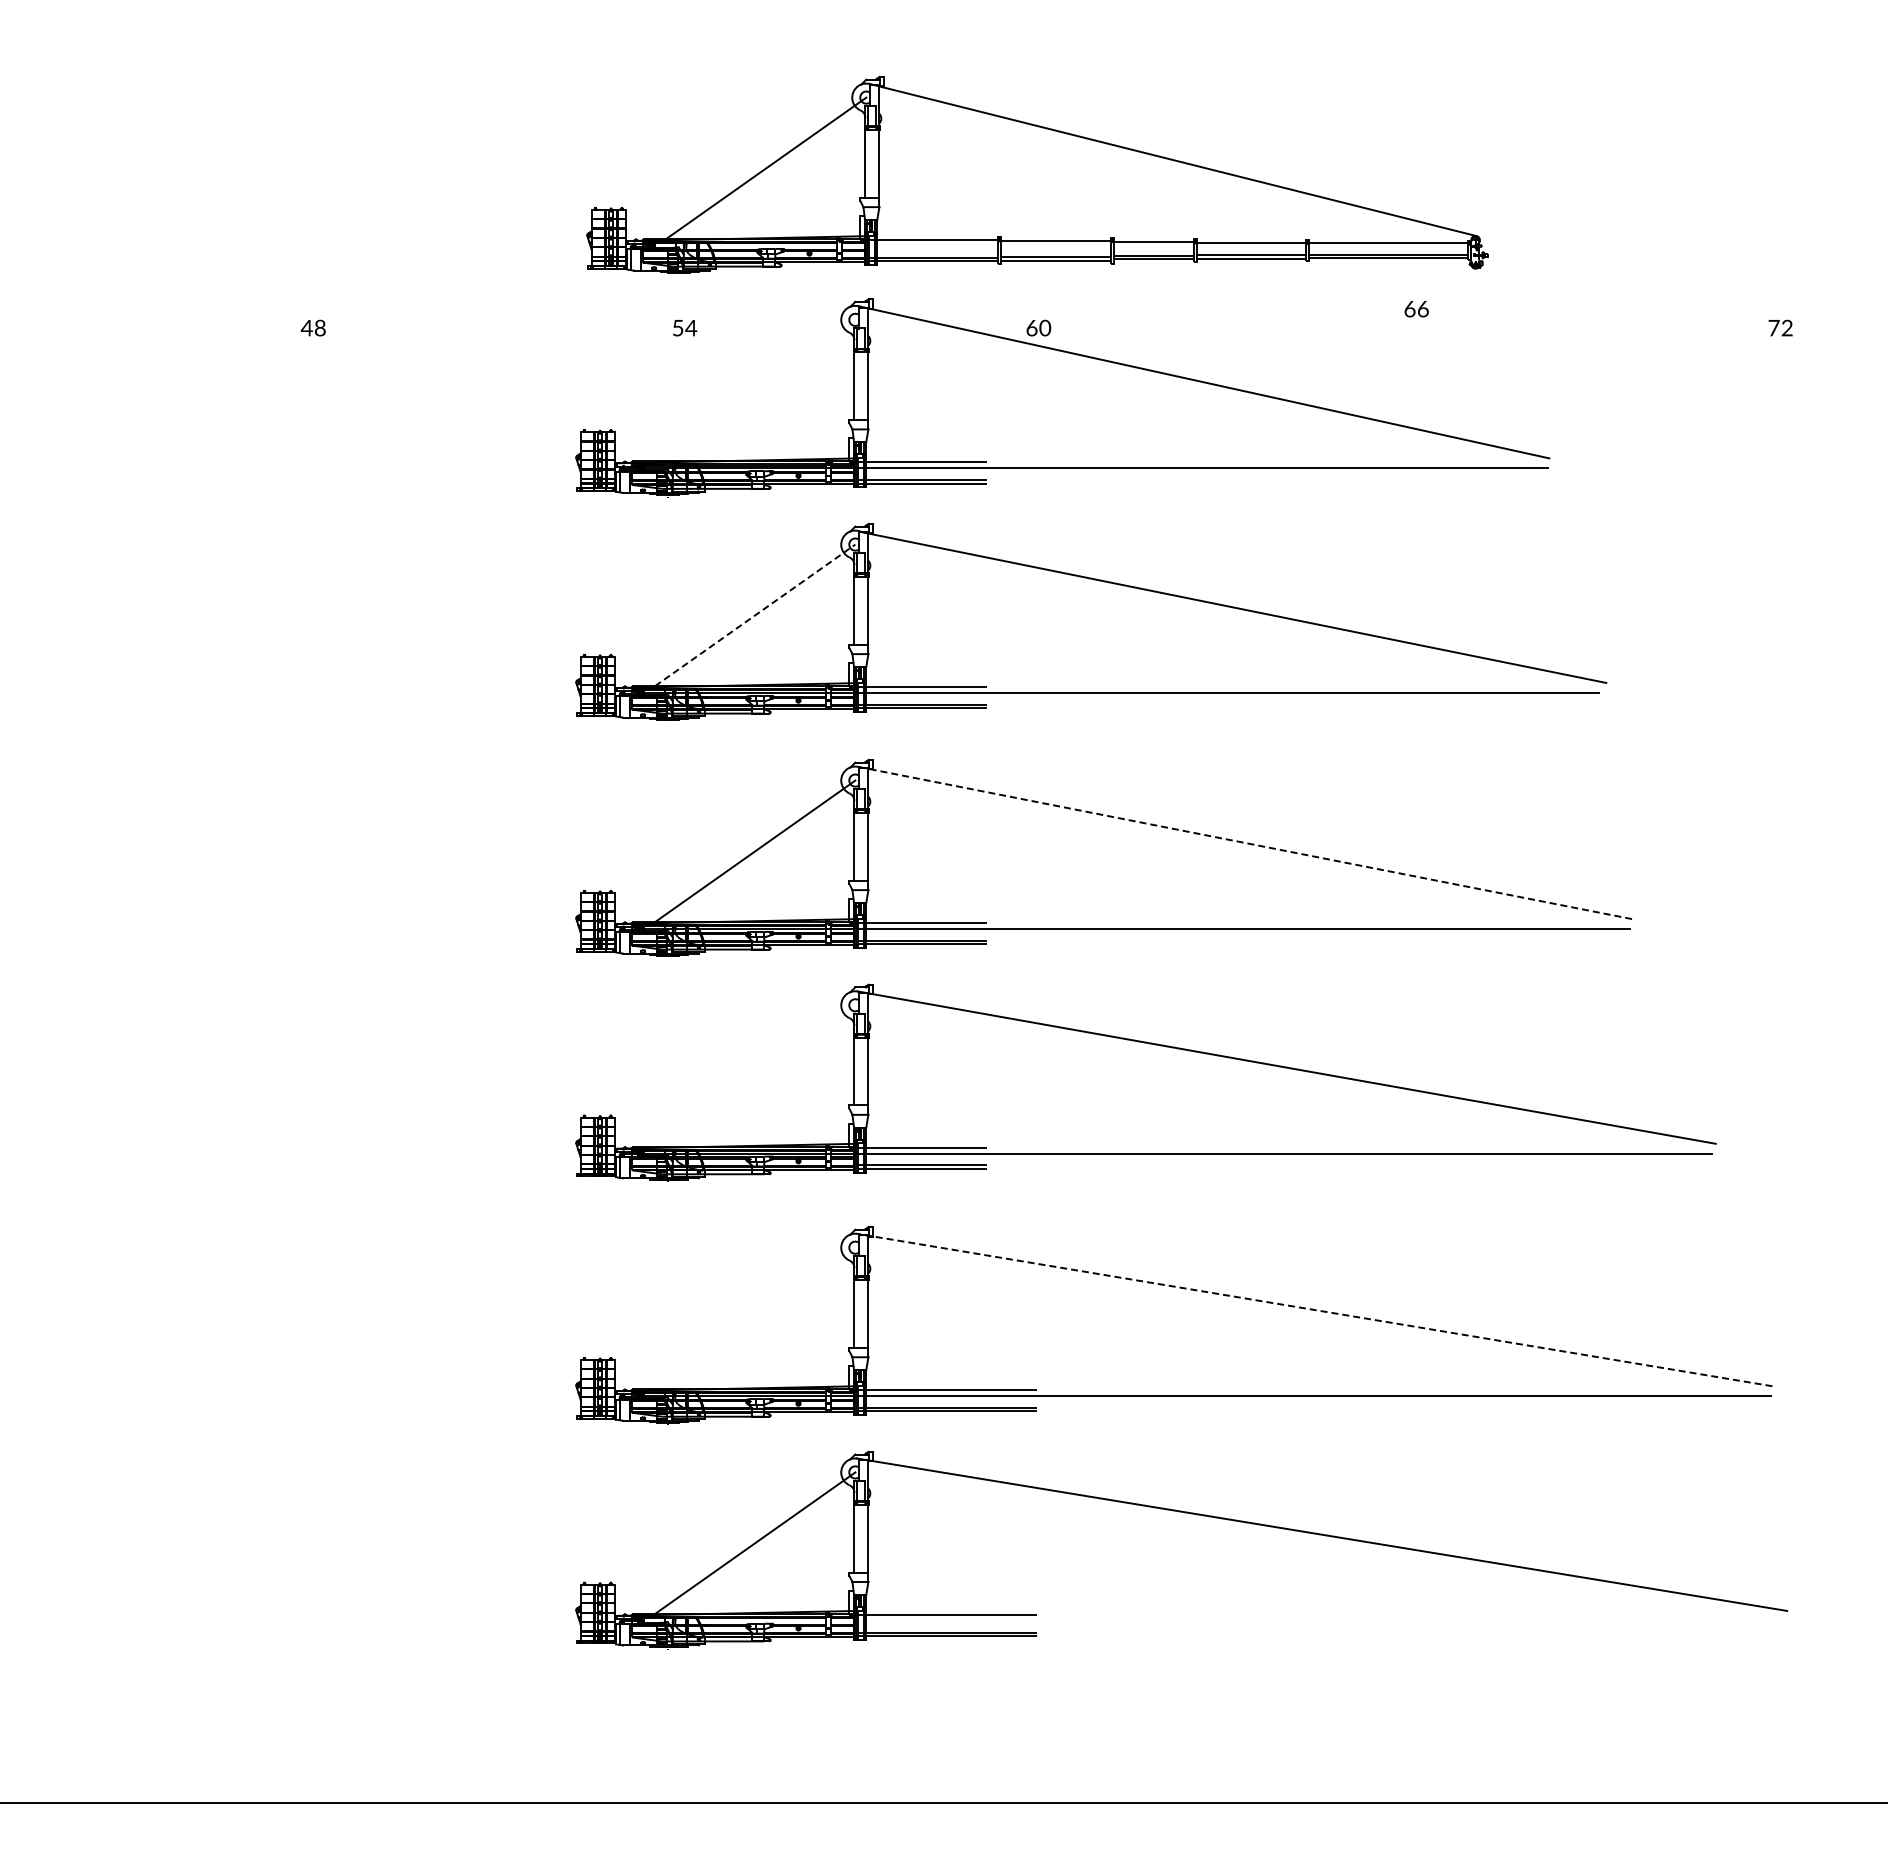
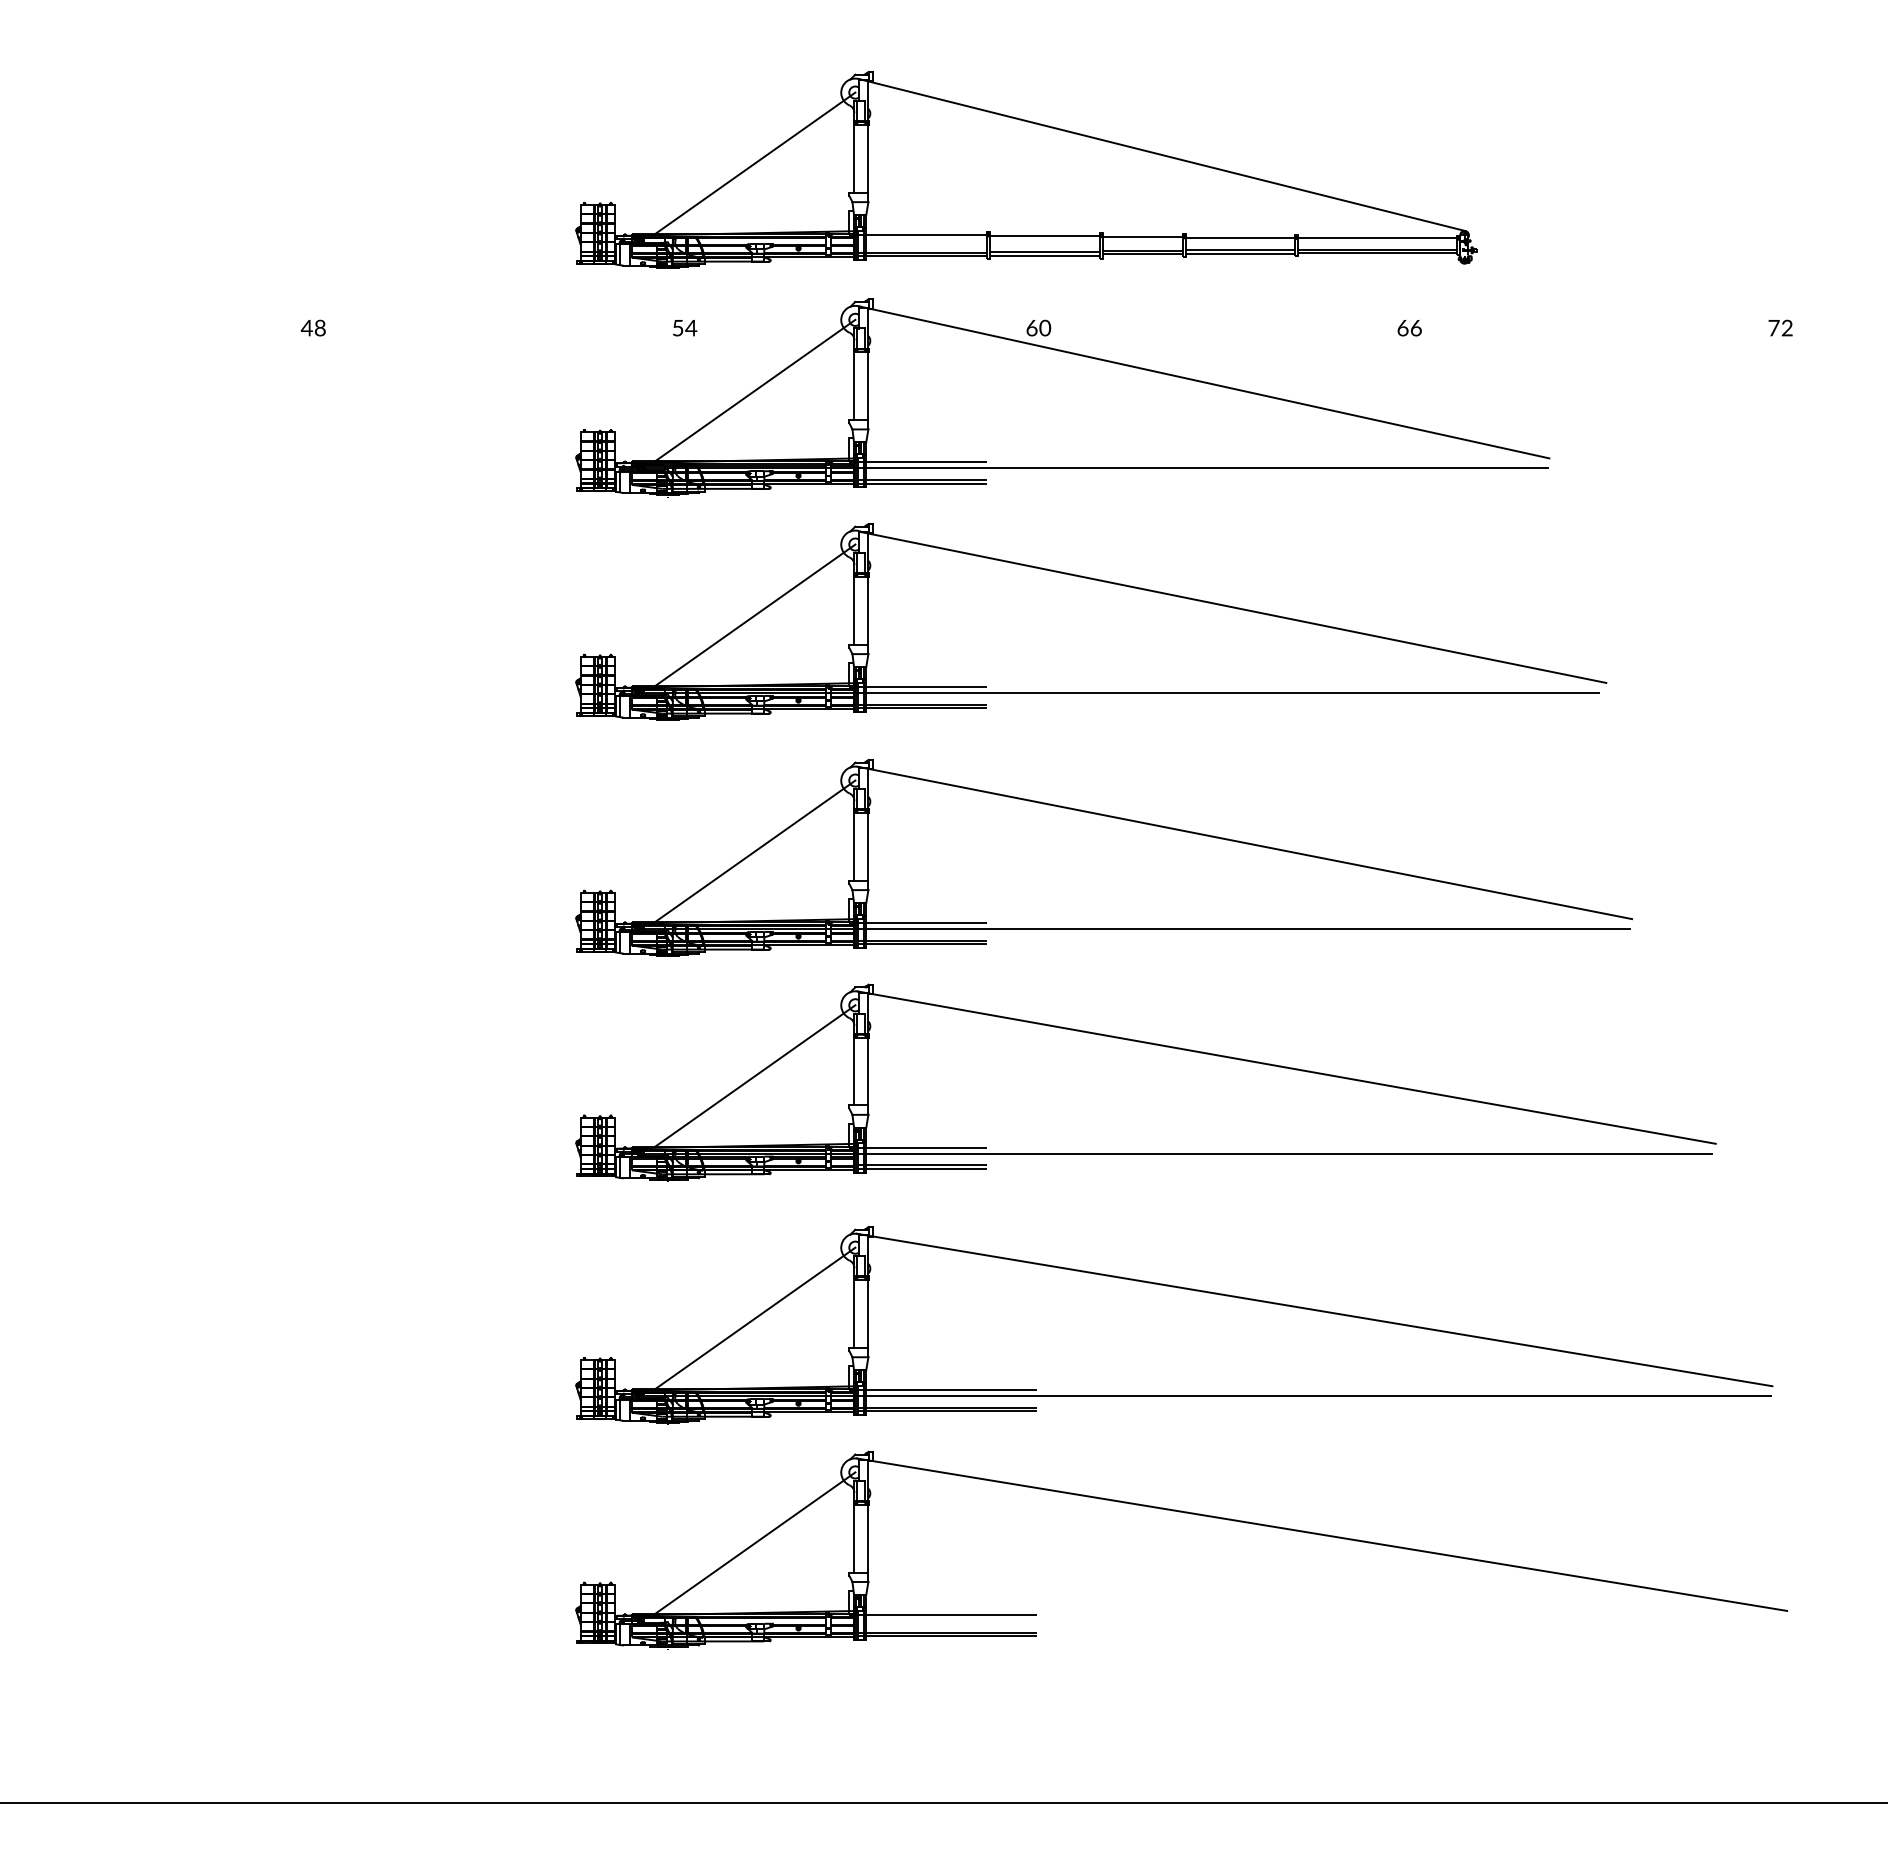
part at (1037, 174) position: (1037, 174) -> (1026, 169)
text at (1416, 309) position: (1416, 309) -> (1409, 328)
line at (755, 390): none -> present
line at (755, 615): dashed -> solid
line at (1244, 842): dashed -> solid
line at (755, 1075): none -> present
line at (1314, 1309): dashed -> solid
line at (755, 1318): none -> present
